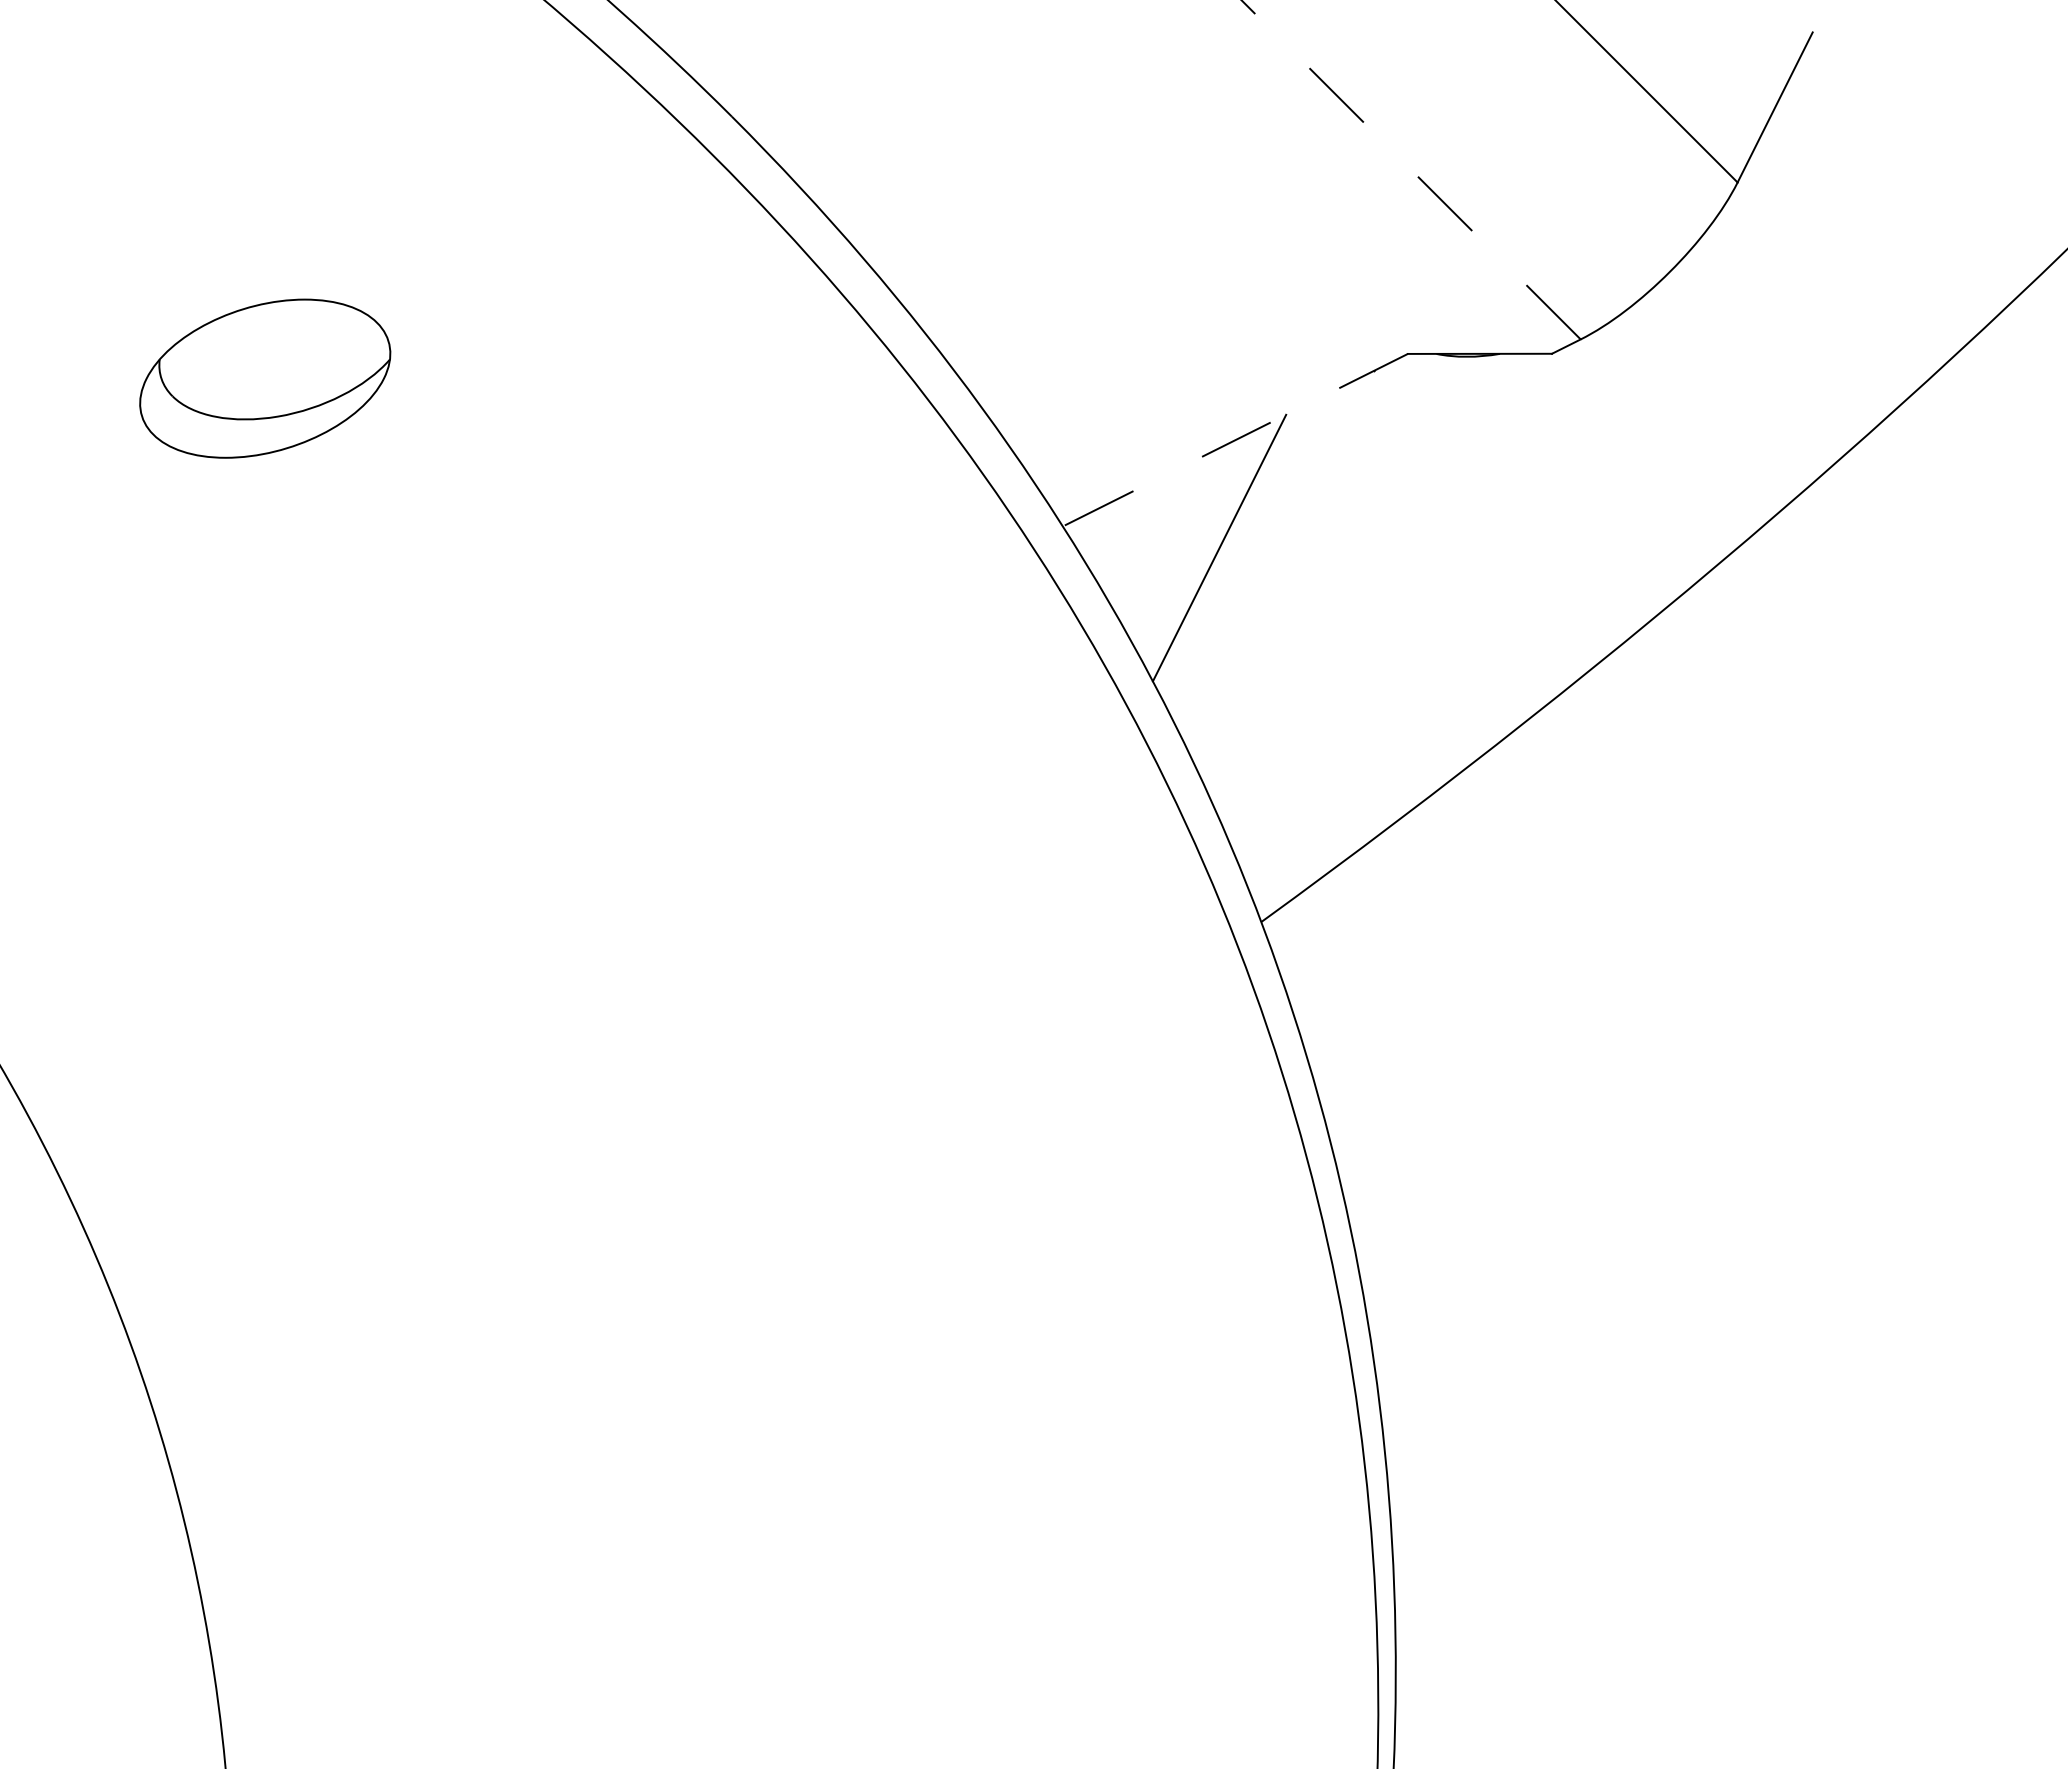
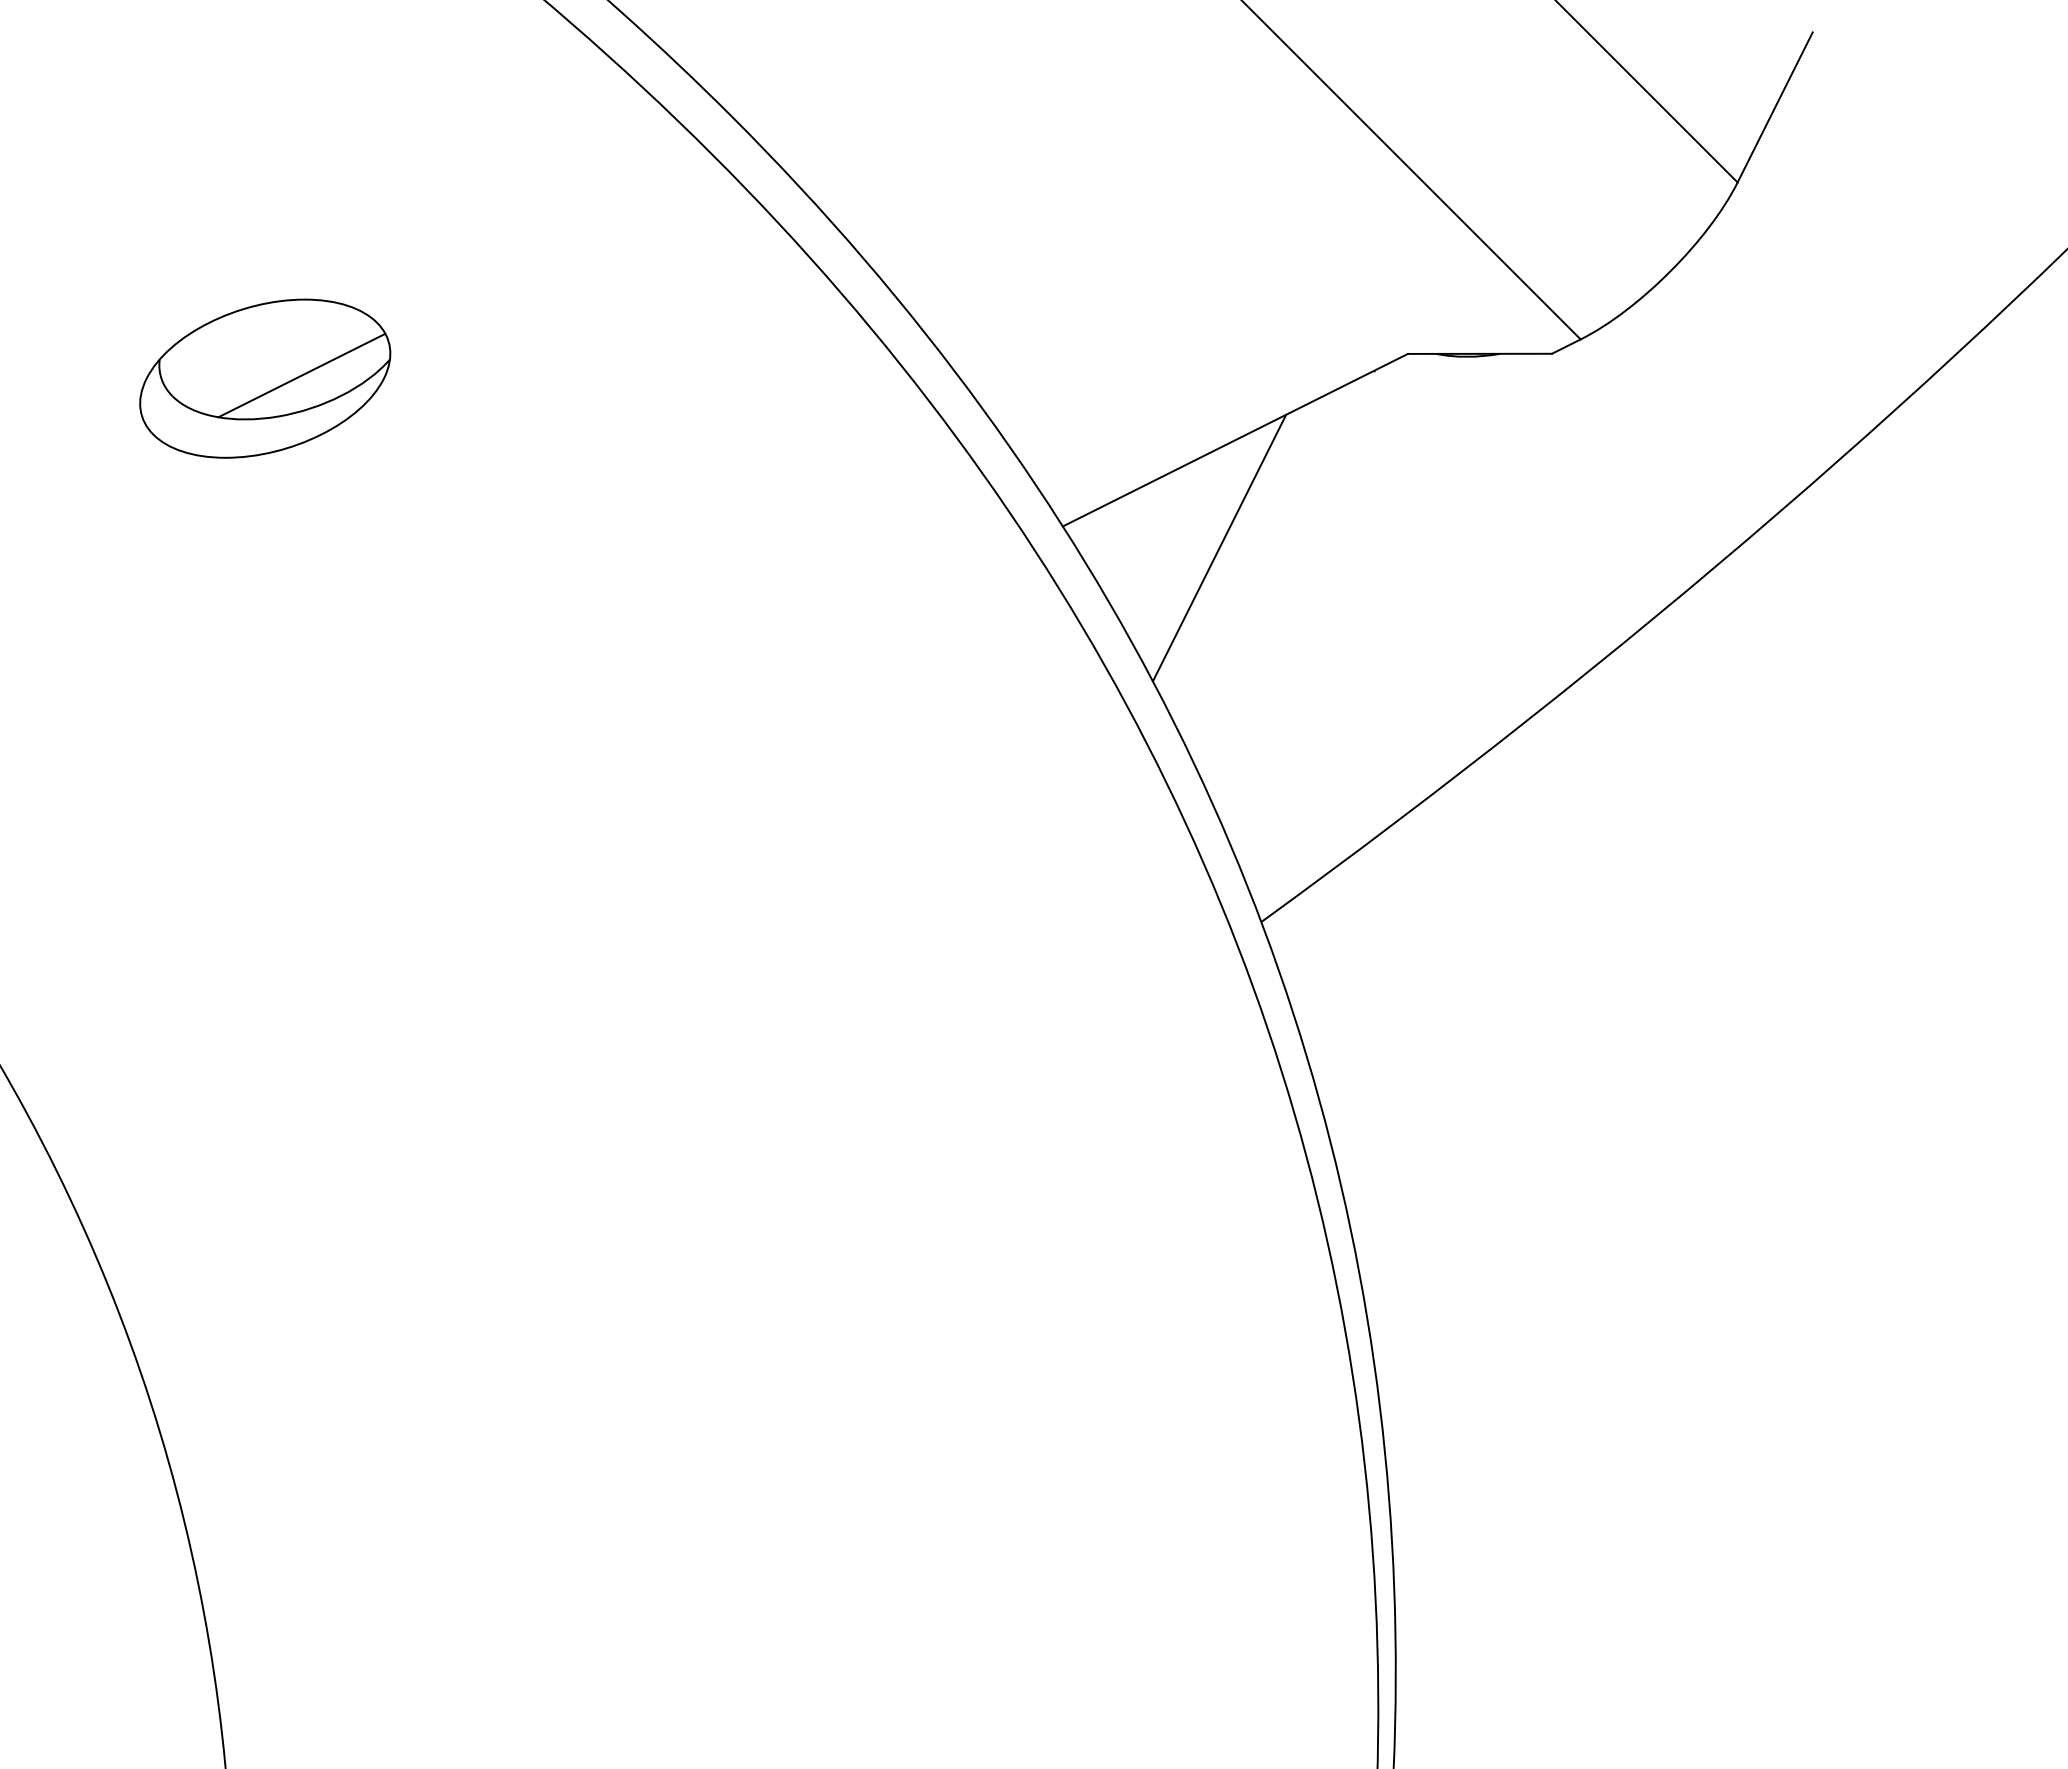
line at (1411, 169): dashed -> solid
line at (301, 375): none -> present
line at (1235, 440): dashed -> solid
